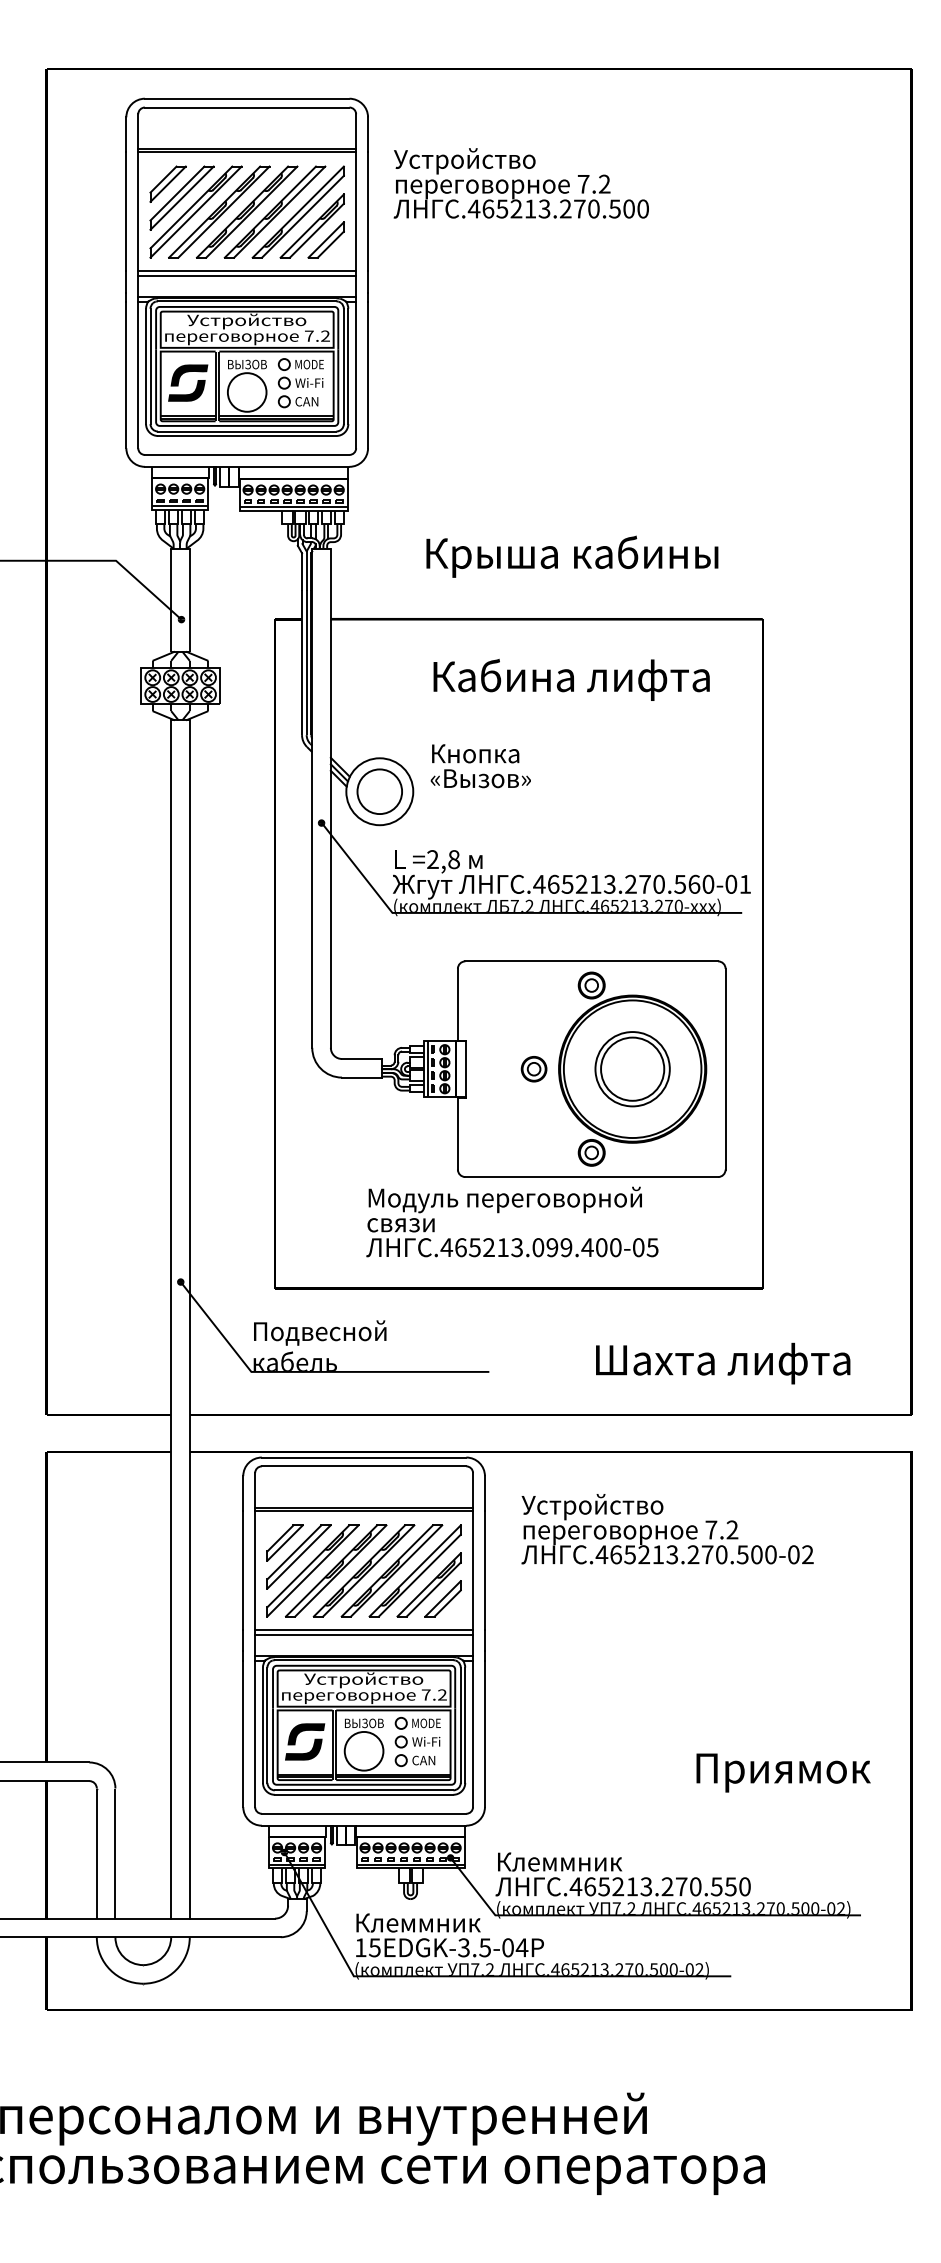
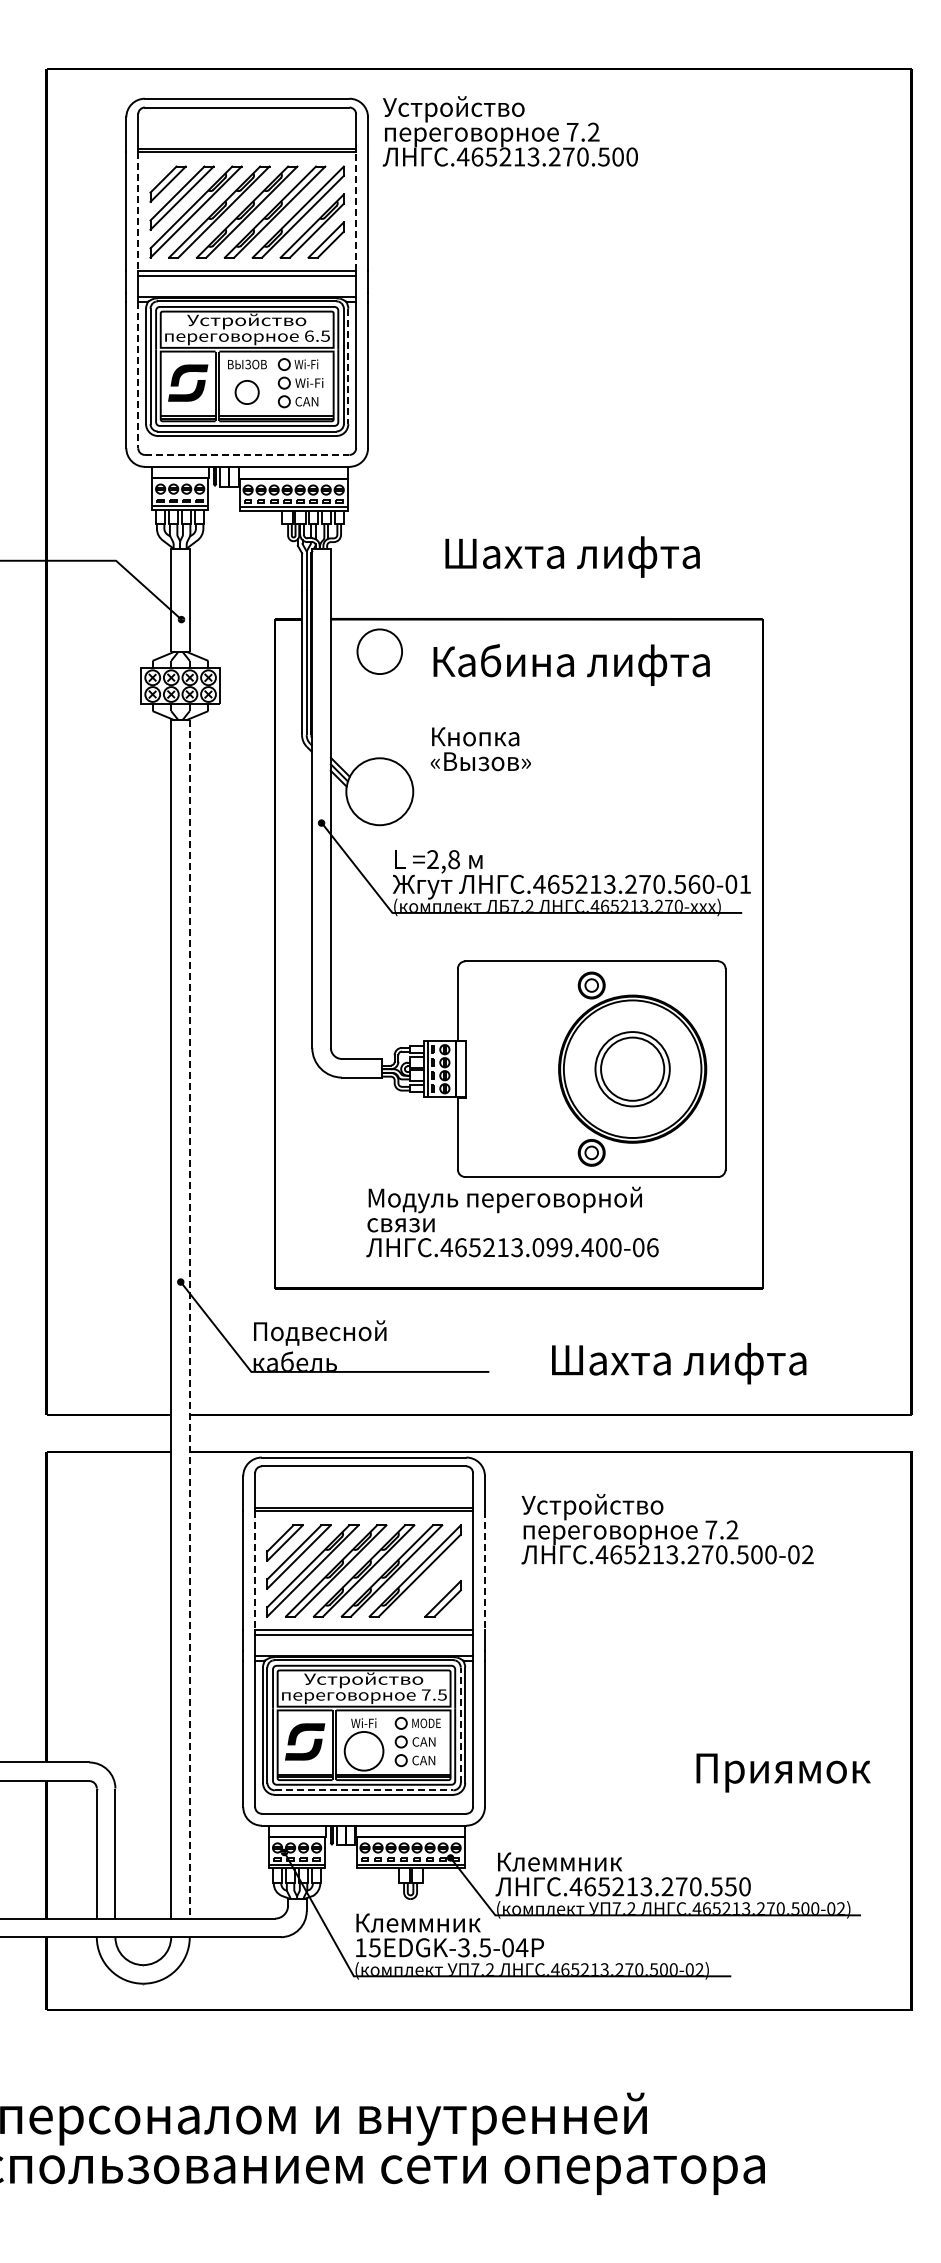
text at (520, 183) position: (520, 183) -> (509, 131)
line at (356, 211): solid -> dashed
line at (138, 212): solid -> dashed
text at (317, 335): 7.2 -> 6.5
text at (308, 364): MODE -> Wi-Fi
line at (348, 366): solid -> dashed
line at (138, 375): solid -> dashed
circle at (246, 392) diameter: 39 px -> 23 px
line at (247, 454): solid -> dashed
text at (572, 556): Крыша кабины -> Шахта лифта
text at (571, 679) position: (571, 679) -> (571, 664)
text at (480, 766) position: (480, 766) -> (480, 749)
circle at (379, 791) position: (379, 791) -> (379, 651)
part at (533, 1069): present -> none
text at (652, 1247): .465213.099.400-05 -> .465213.099.400-06
line at (189, 1320): solid -> dashed
text at (723, 1363) position: (723, 1363) -> (679, 1363)
line at (255, 1571): solid -> dashed
line at (484, 1571): solid -> dashed
part at (428, 1584): present -> none
text at (441, 1694): 7.2 -> 7.5
text at (364, 1723): ВЫЗОВ -> Wi-Fi
line at (460, 1725): solid -> dashed
text at (426, 1741): Wi-Fi -> CAN
line at (364, 1790): solid -> dashed
